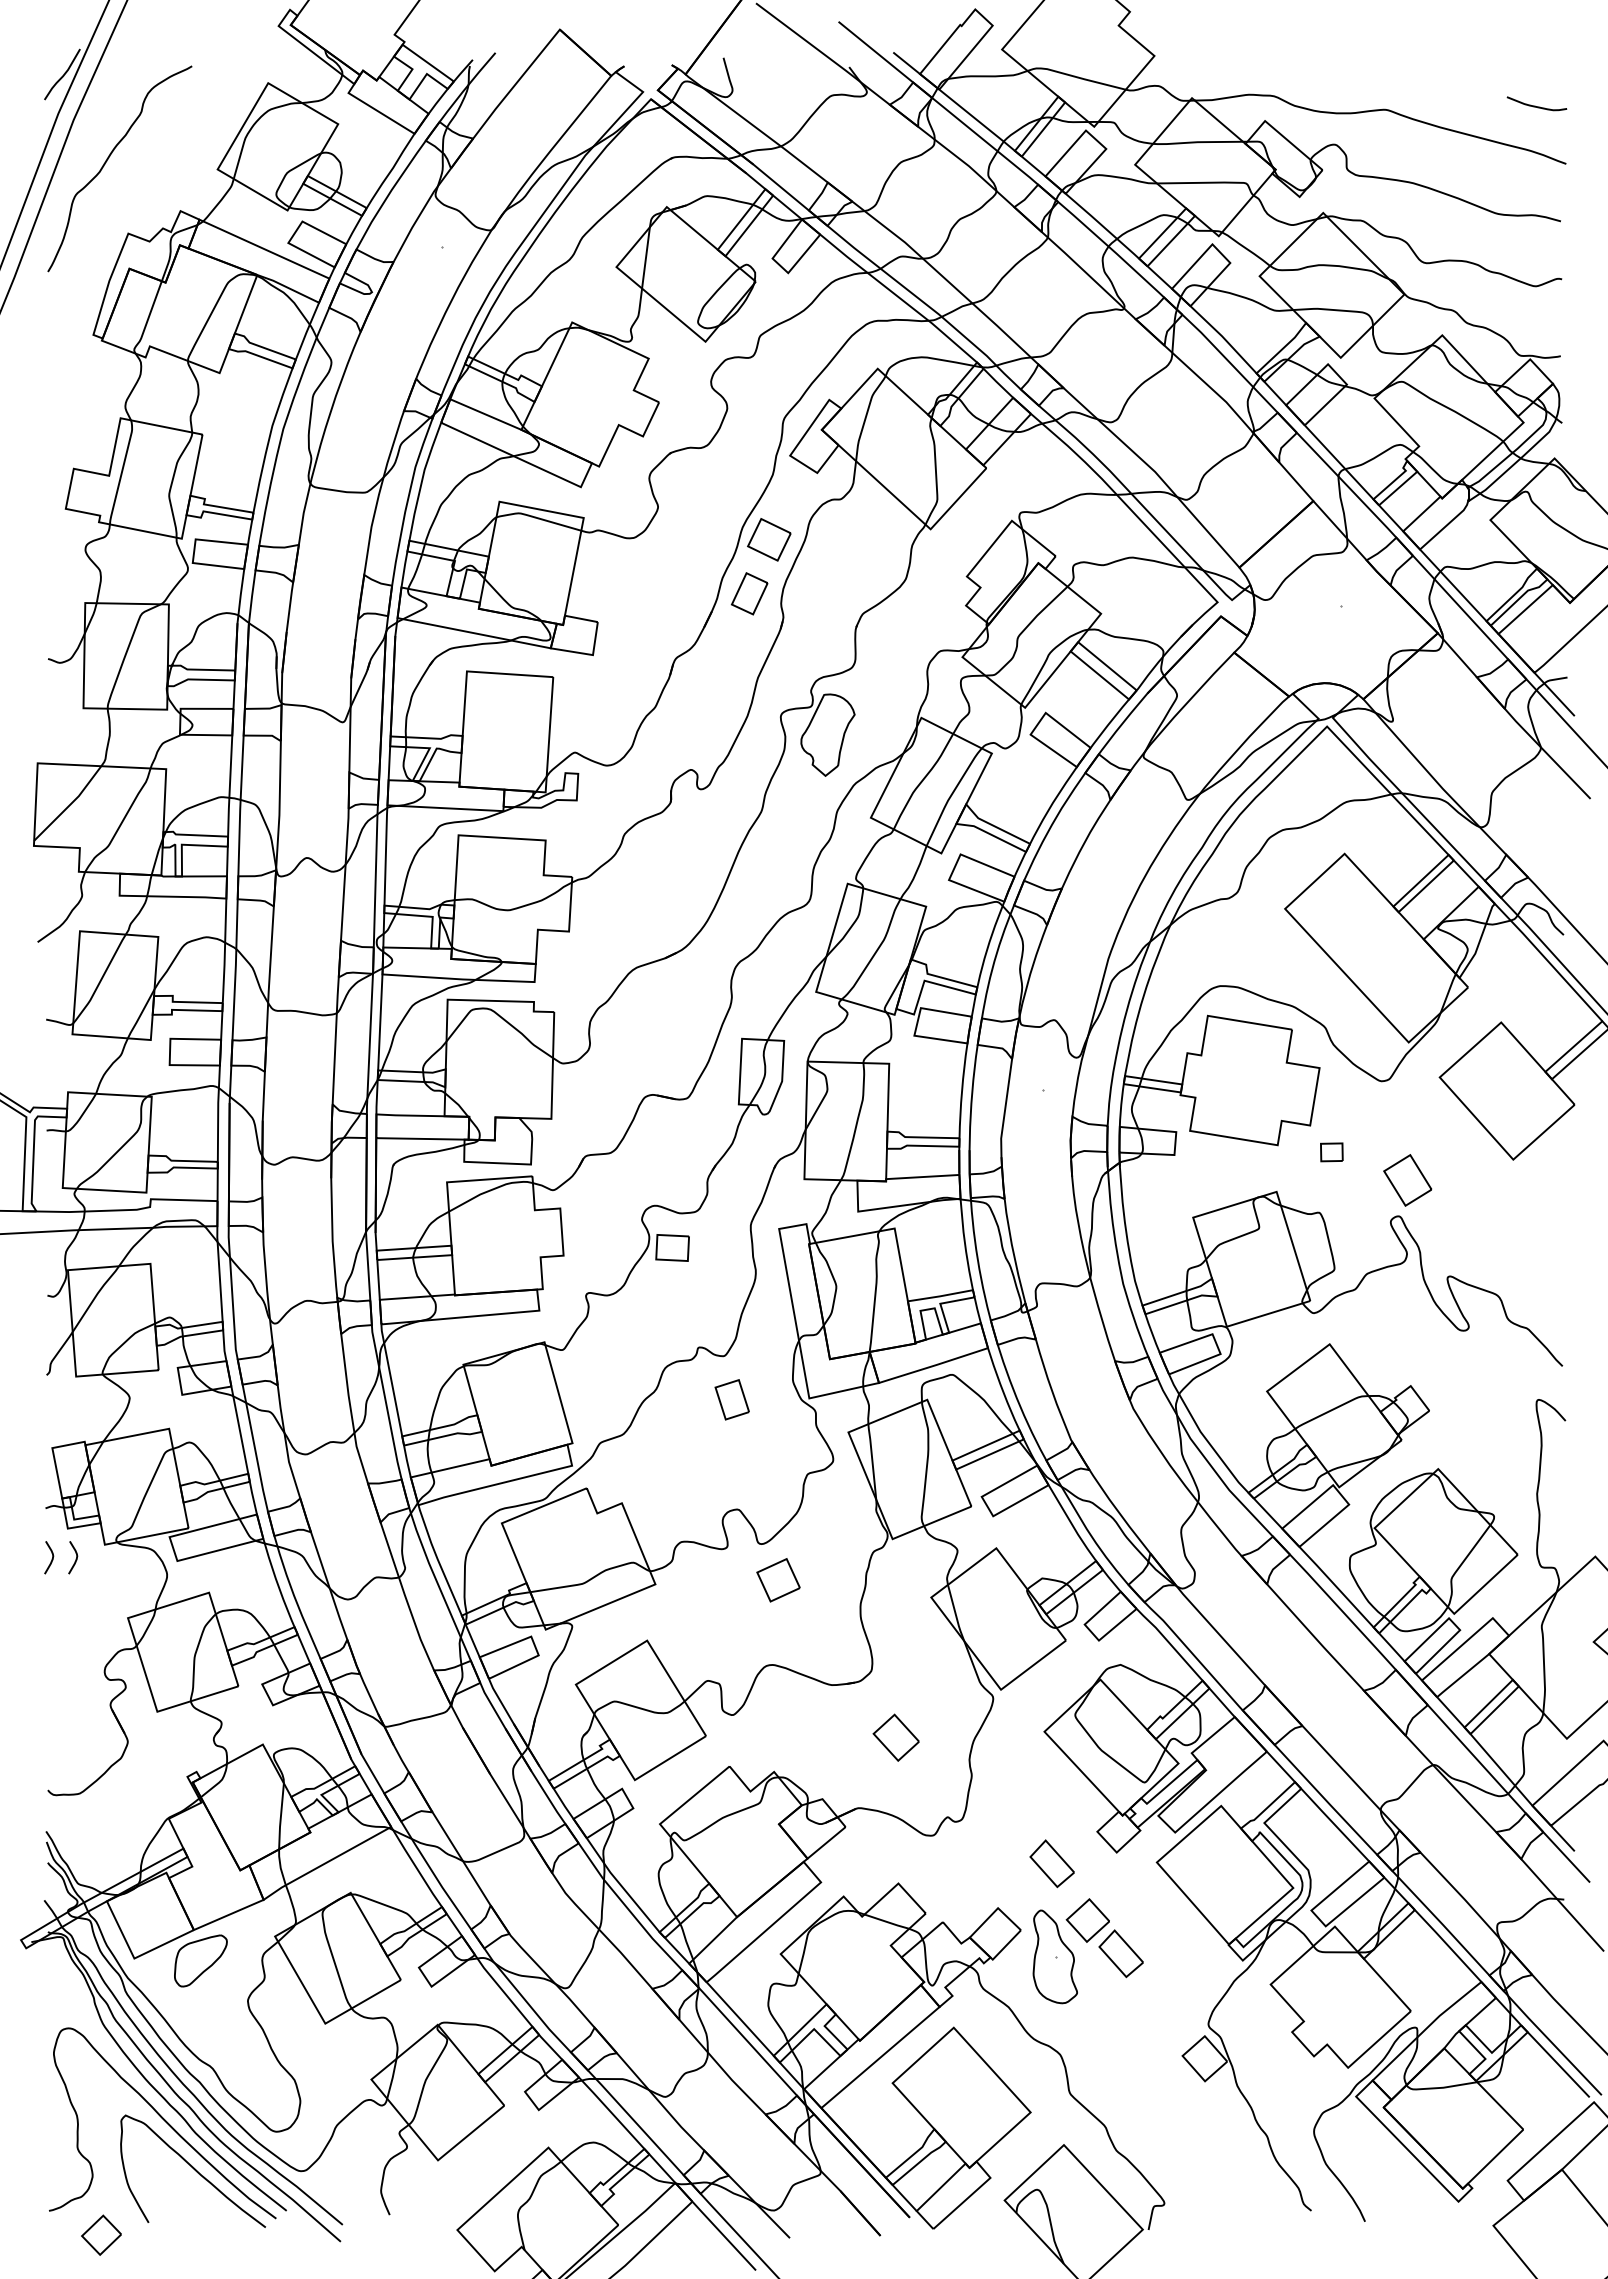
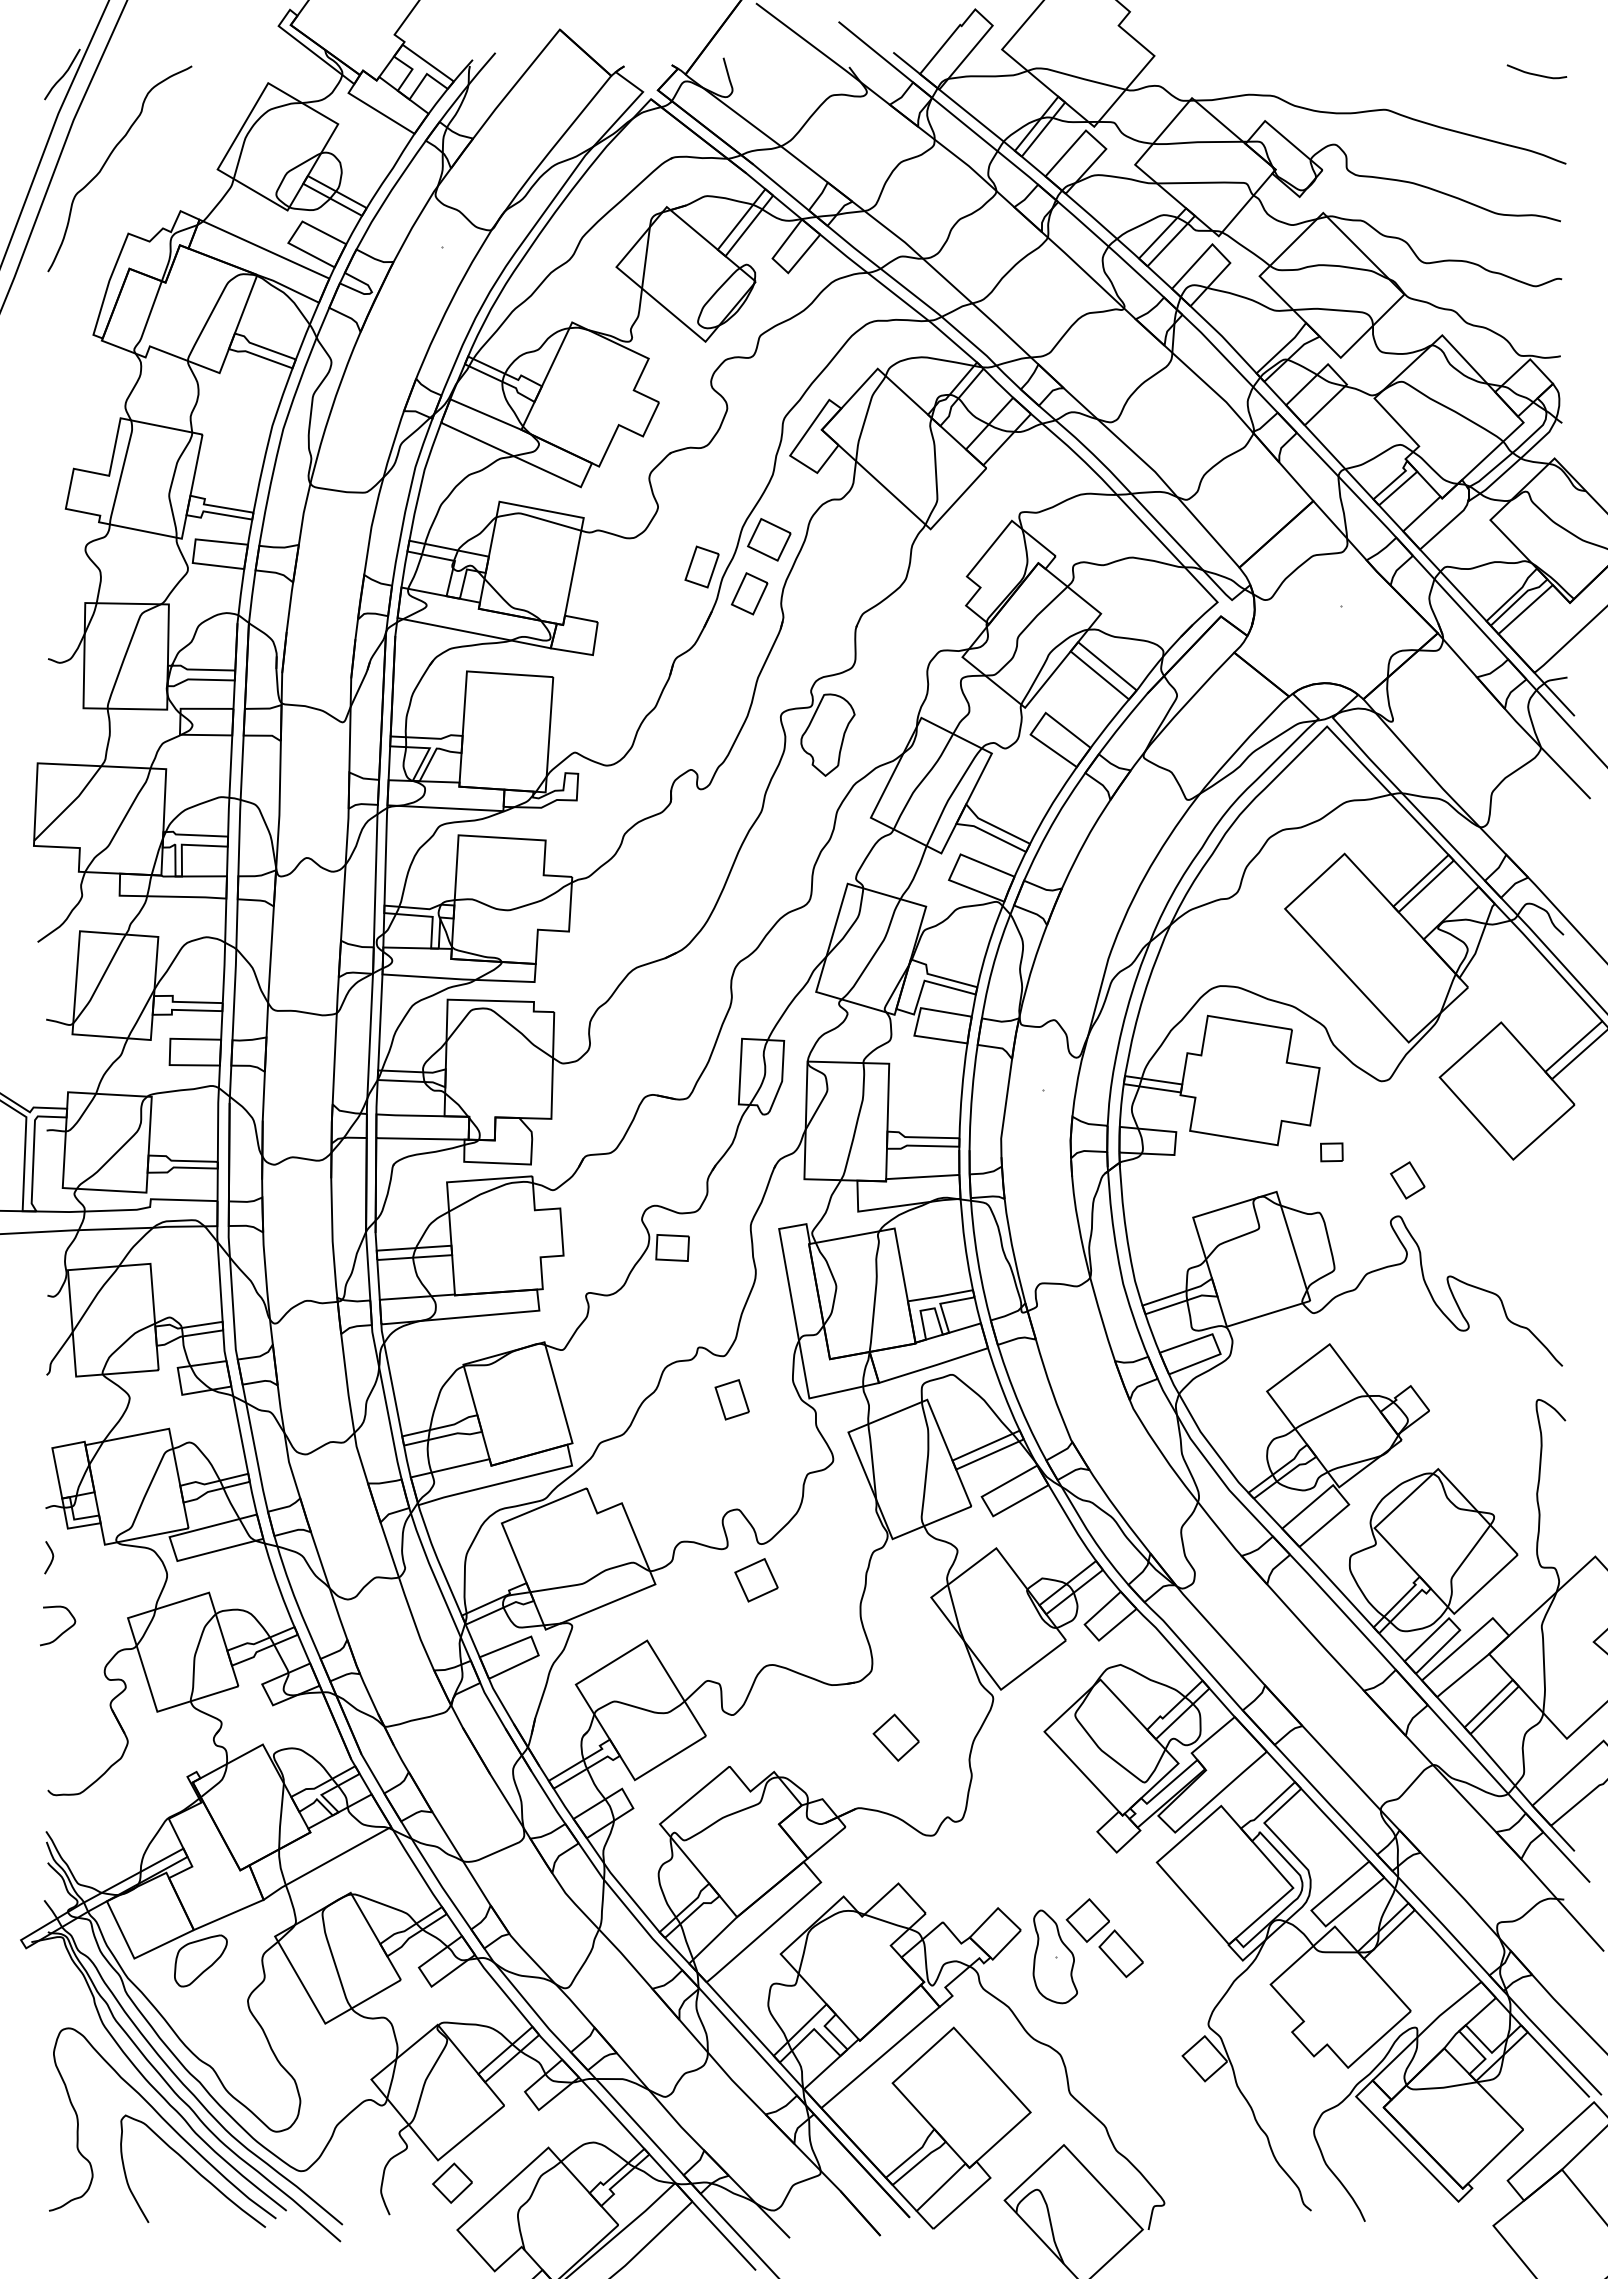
curve at (1535, 105) position: (1535, 105) -> (1535, 73)
part at (701, 566): none -> present
part at (1407, 1180) size: 50x53 px -> 36x39 px
curve at (75, 1558): present -> none
part at (778, 1580) position: (778, 1580) -> (756, 1580)
curve at (64, 1630): none -> present
part at (1051, 1863): present -> none
part at (101, 2234) position: (101, 2234) -> (452, 2182)
